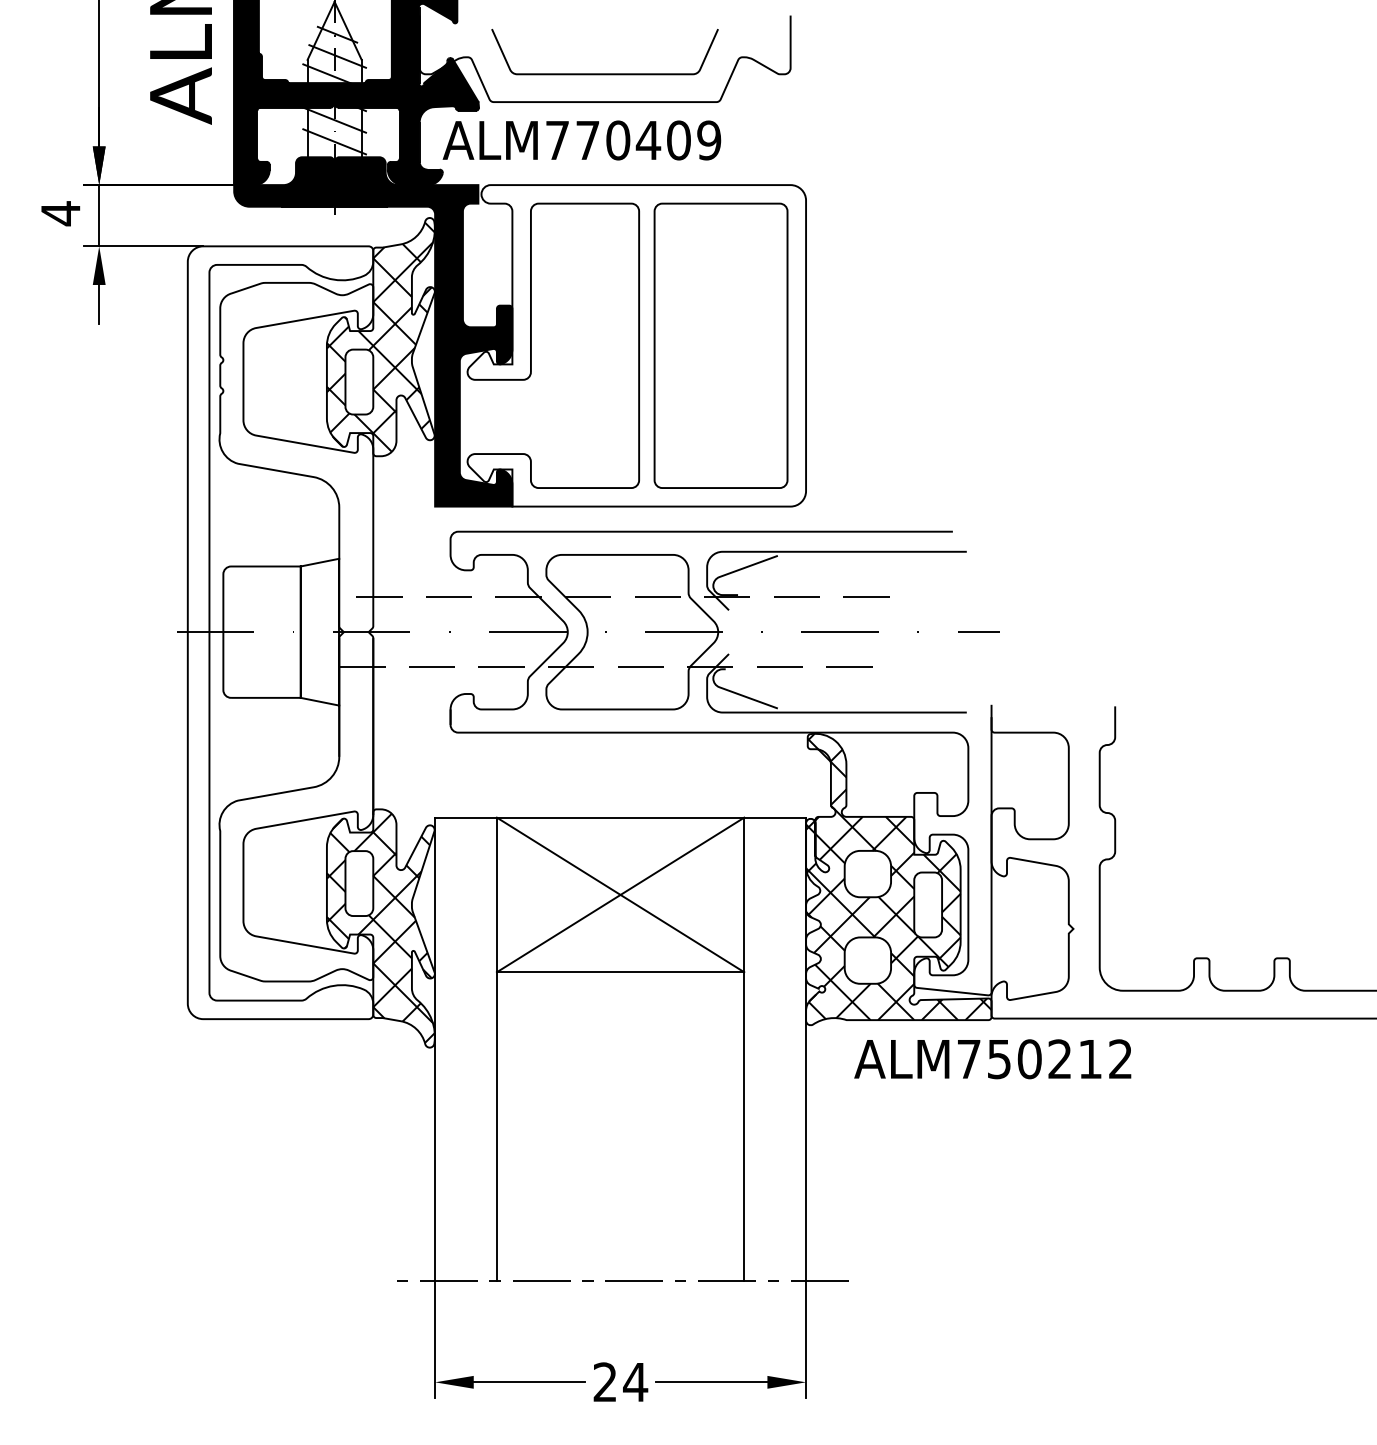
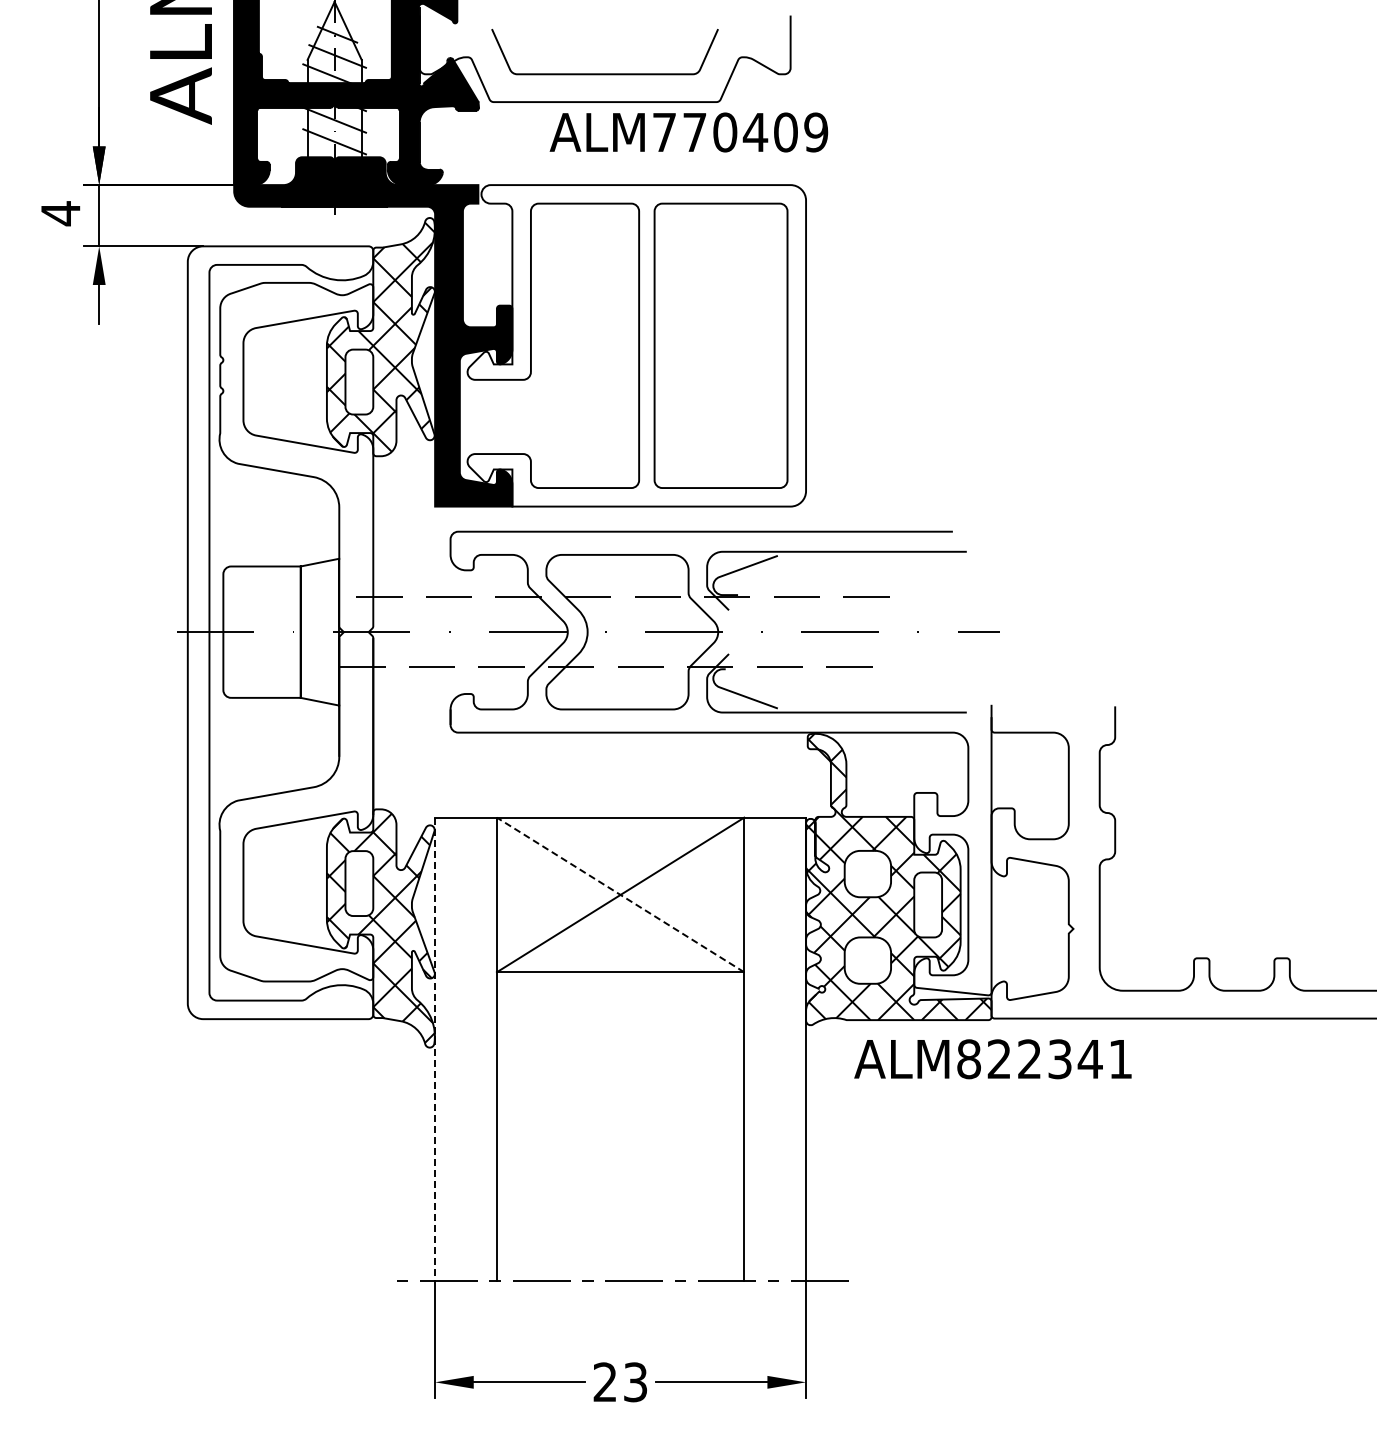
text at (581, 140) position: (581, 140) -> (688, 132)
line at (620, 894): solid -> dashed
line at (435, 1049): solid -> dashed
text at (1044, 1059): ALM750212 -> ALM822341
text at (635, 1382): 24 -> 23
